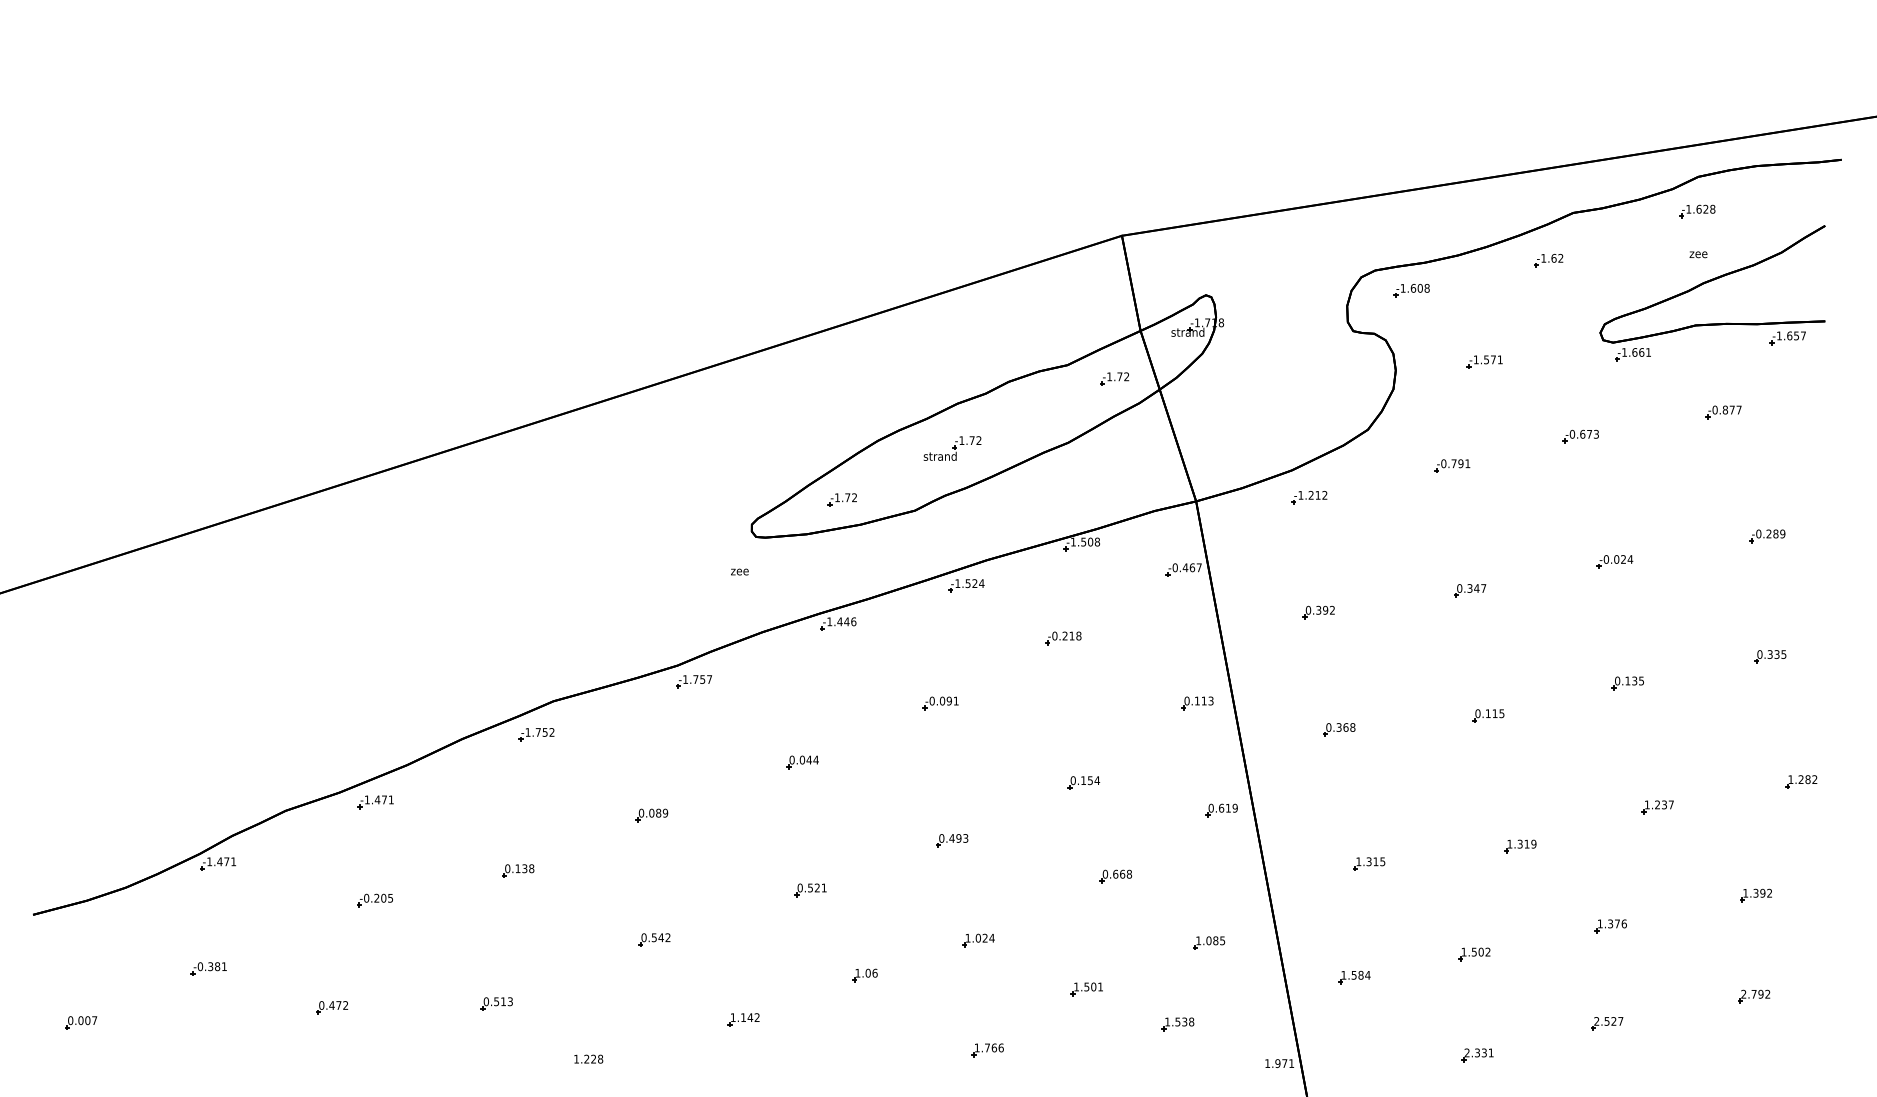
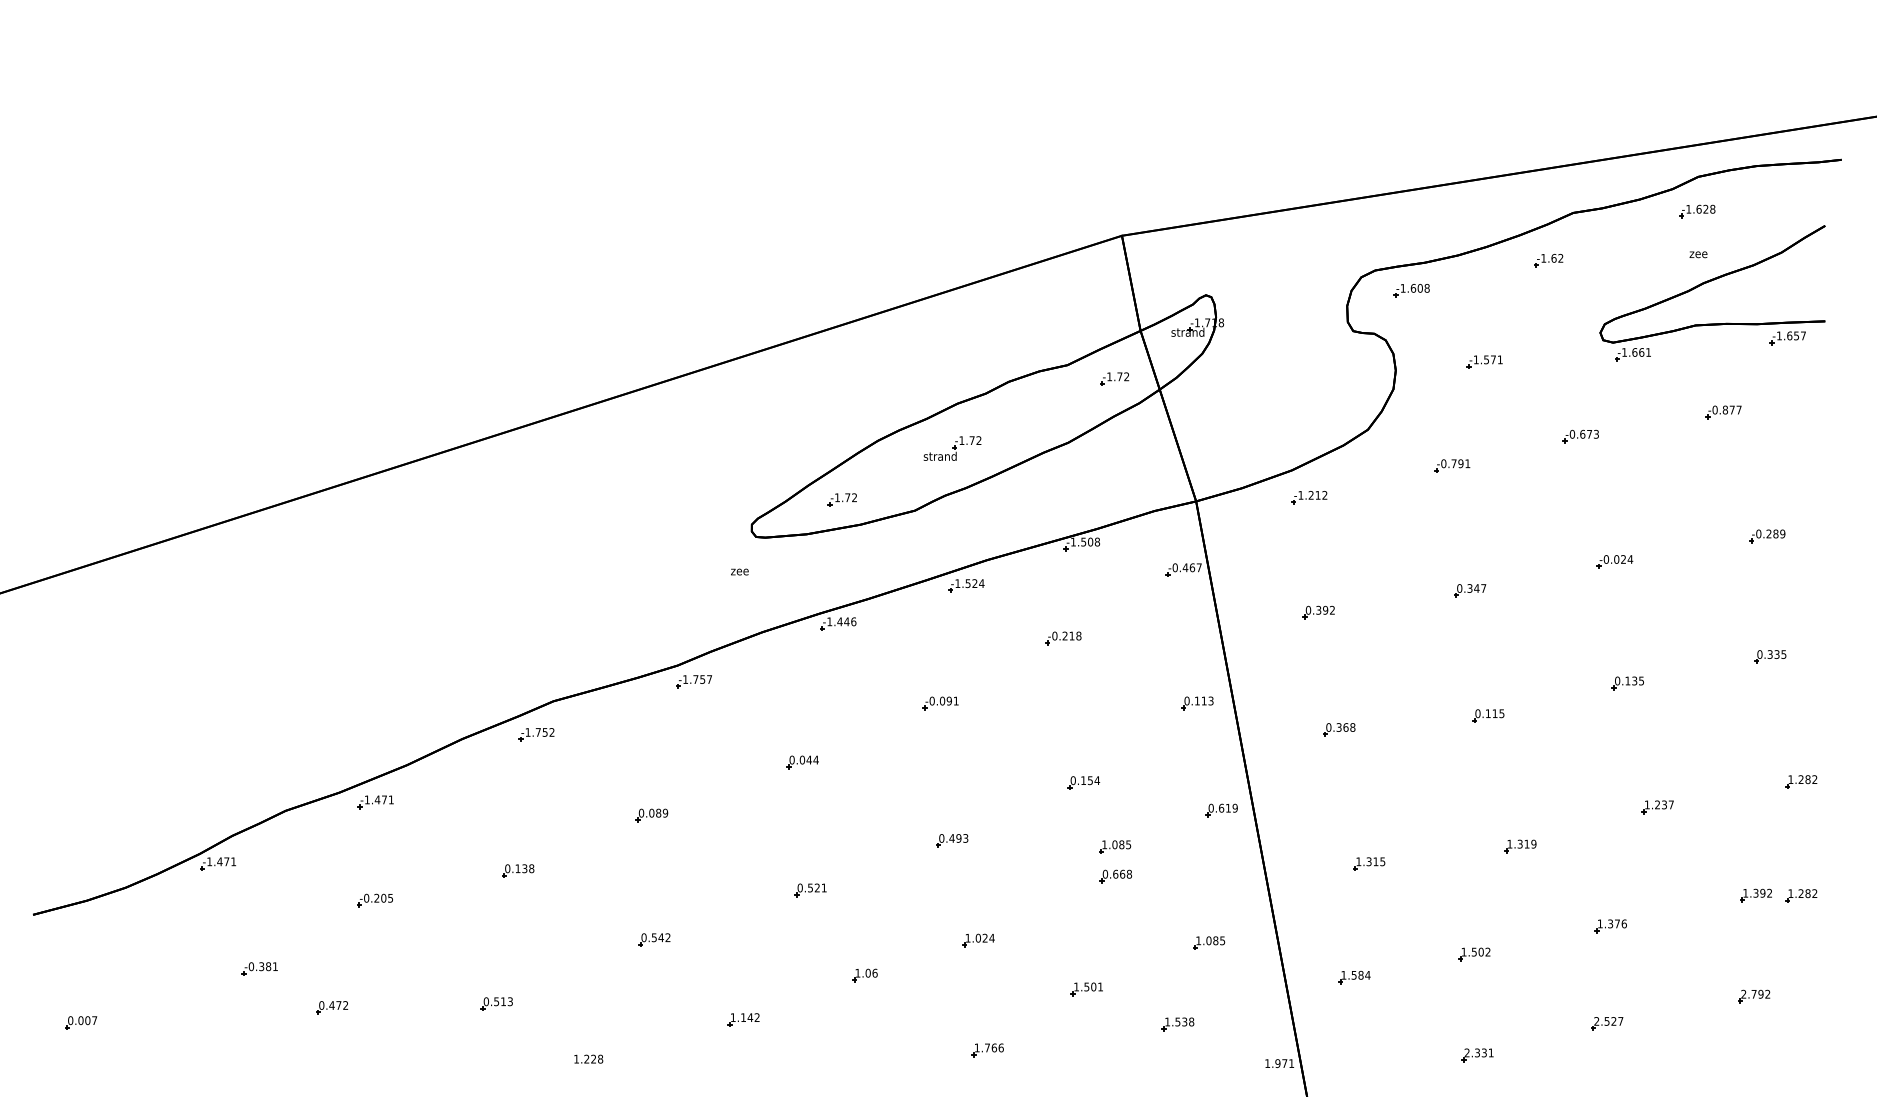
part at (1115, 846): none -> present
part at (1801, 895): none -> present
part at (208, 968) position: (208, 968) -> (259, 968)
